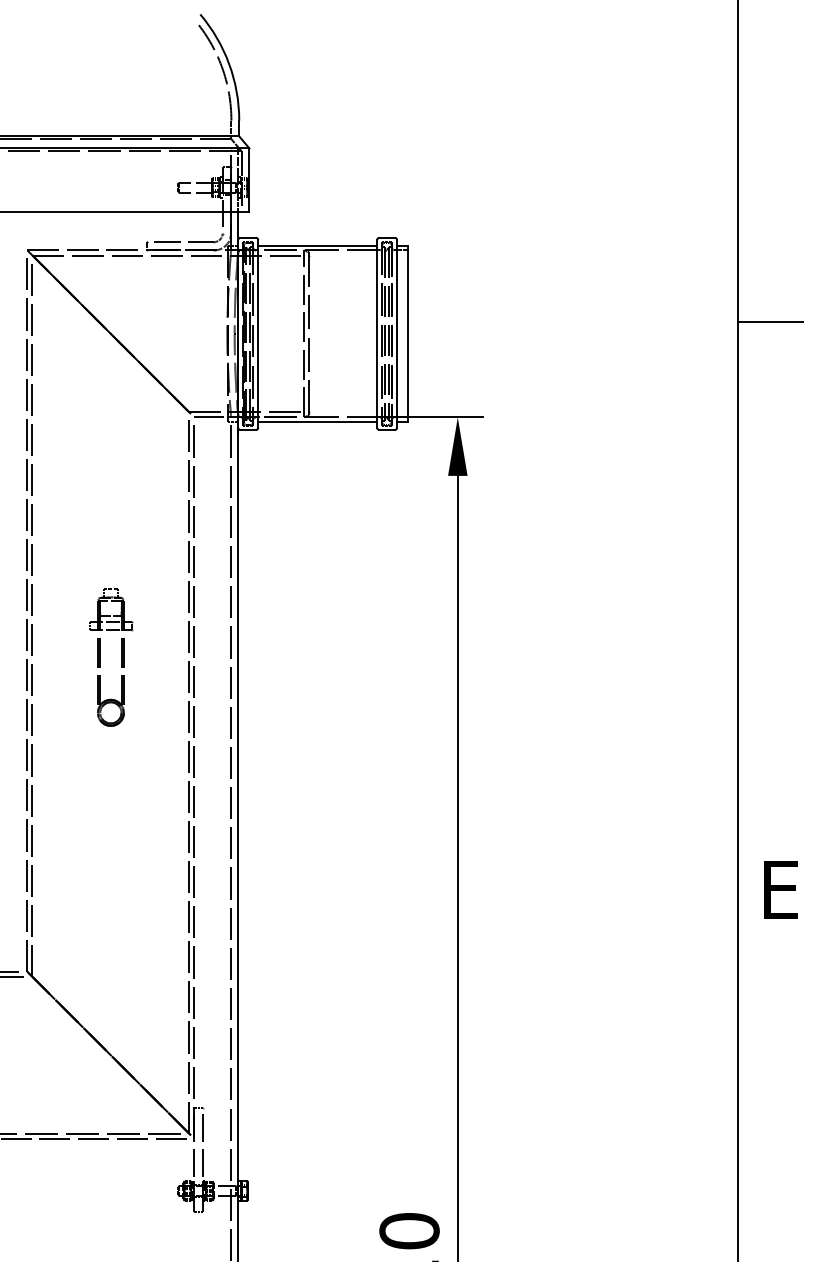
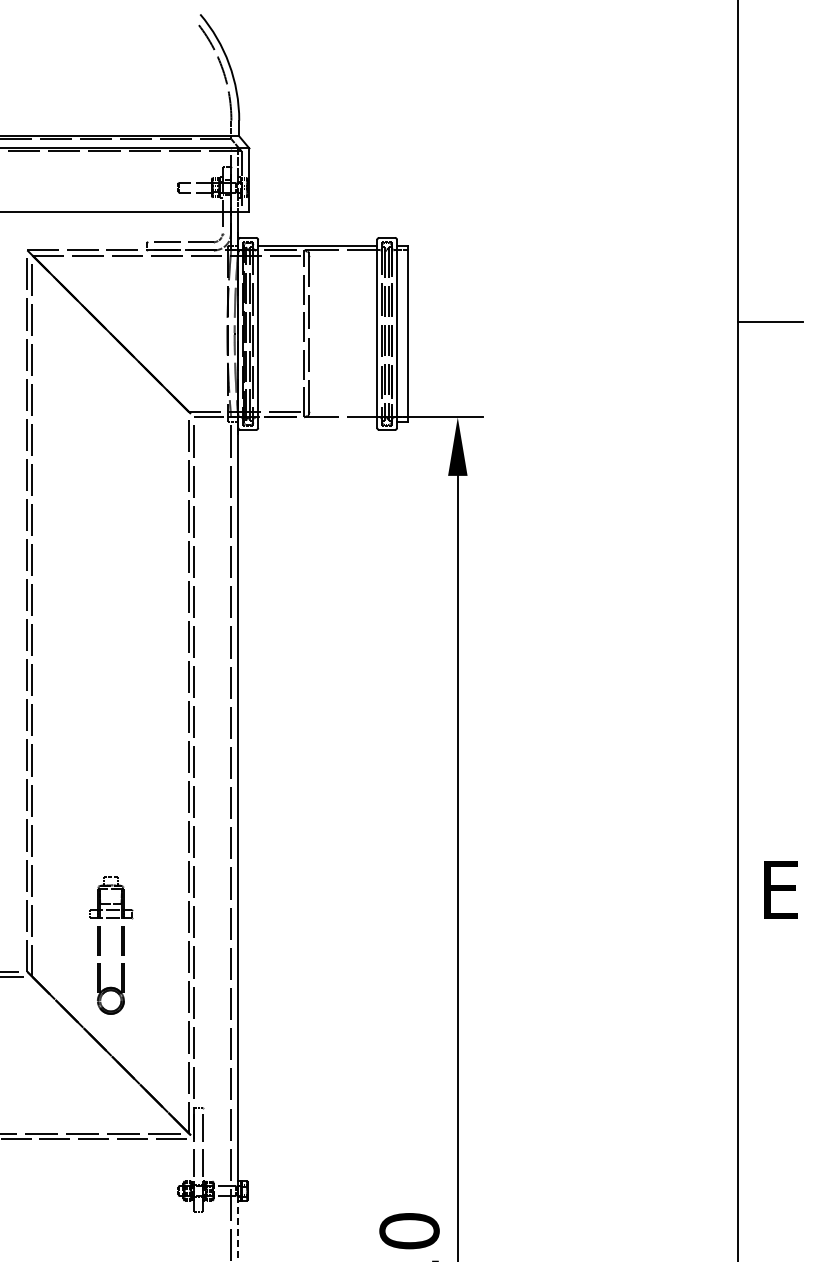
line at (317, 421): present -> none
part at (121, 657) position: (121, 657) -> (121, 945)
line at (238, 1231): solid -> dashed
